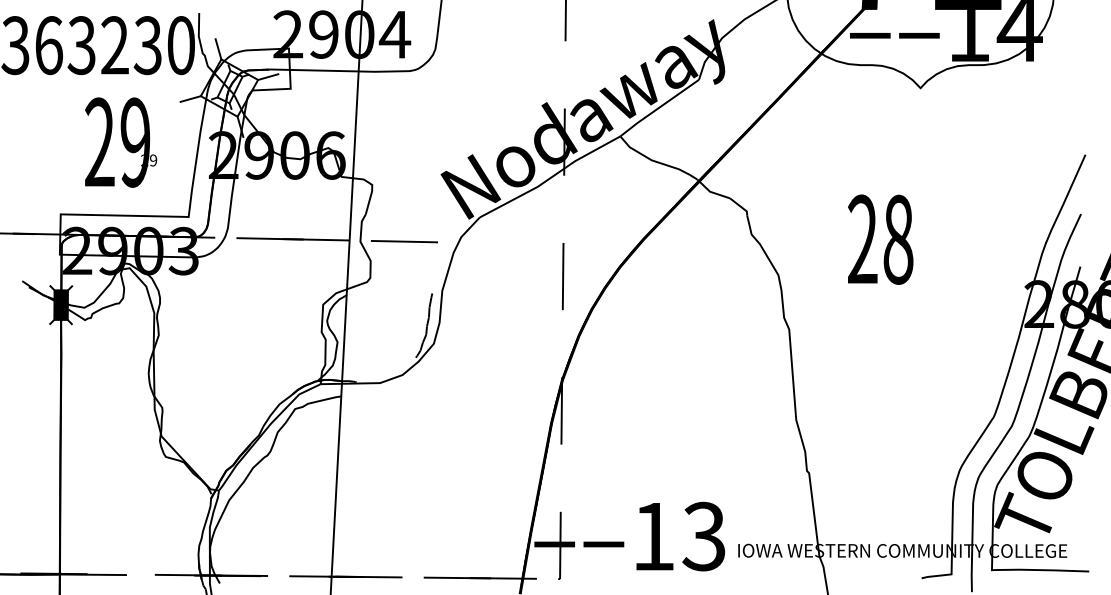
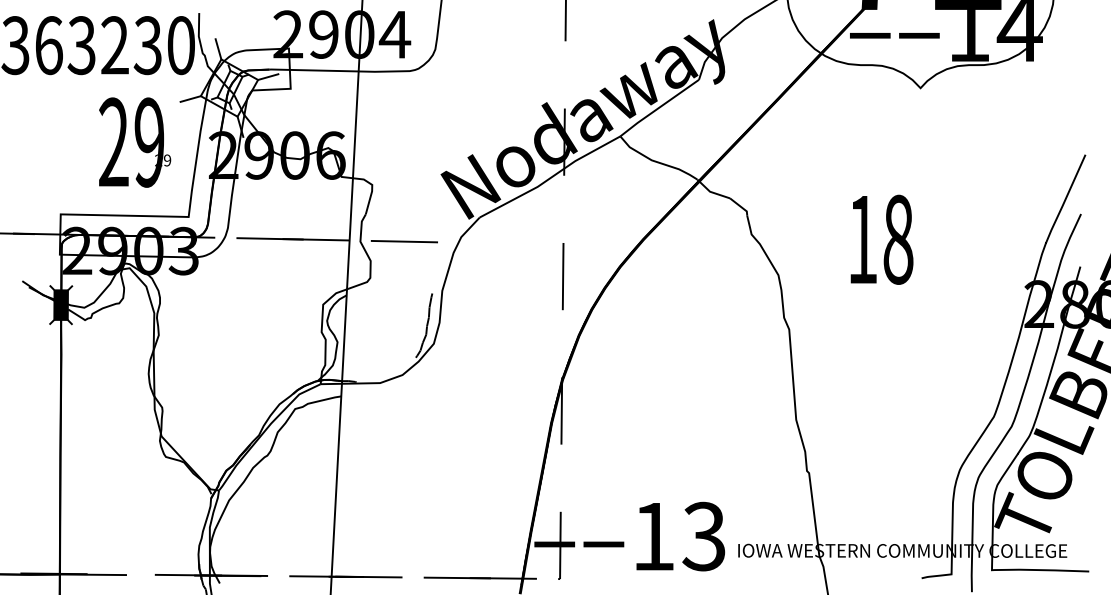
text at (121, 142) position: (121, 142) -> (135, 142)
text at (862, 238): 28 -> 18
